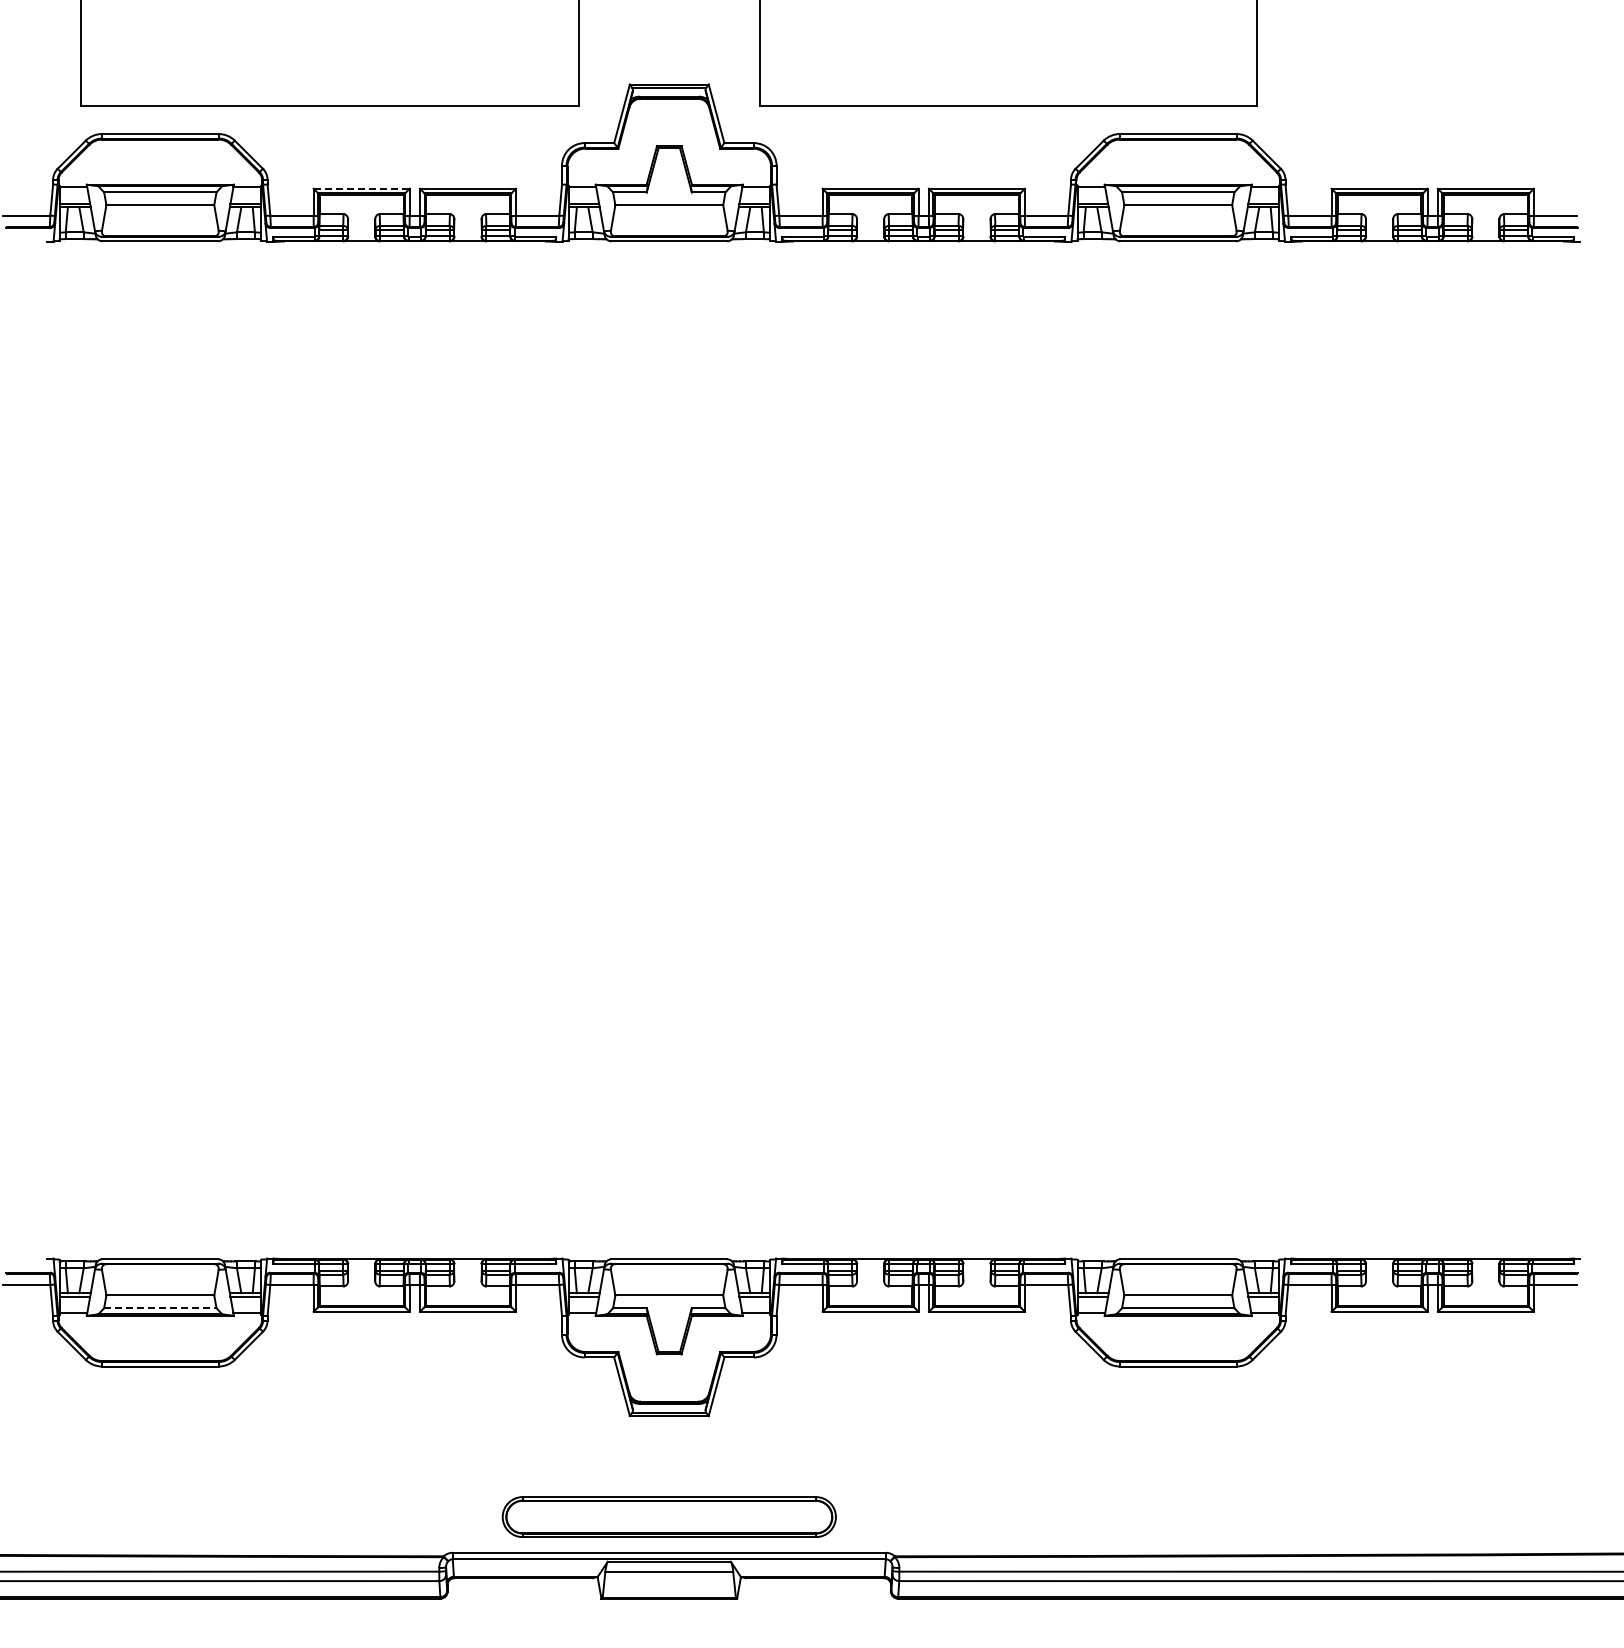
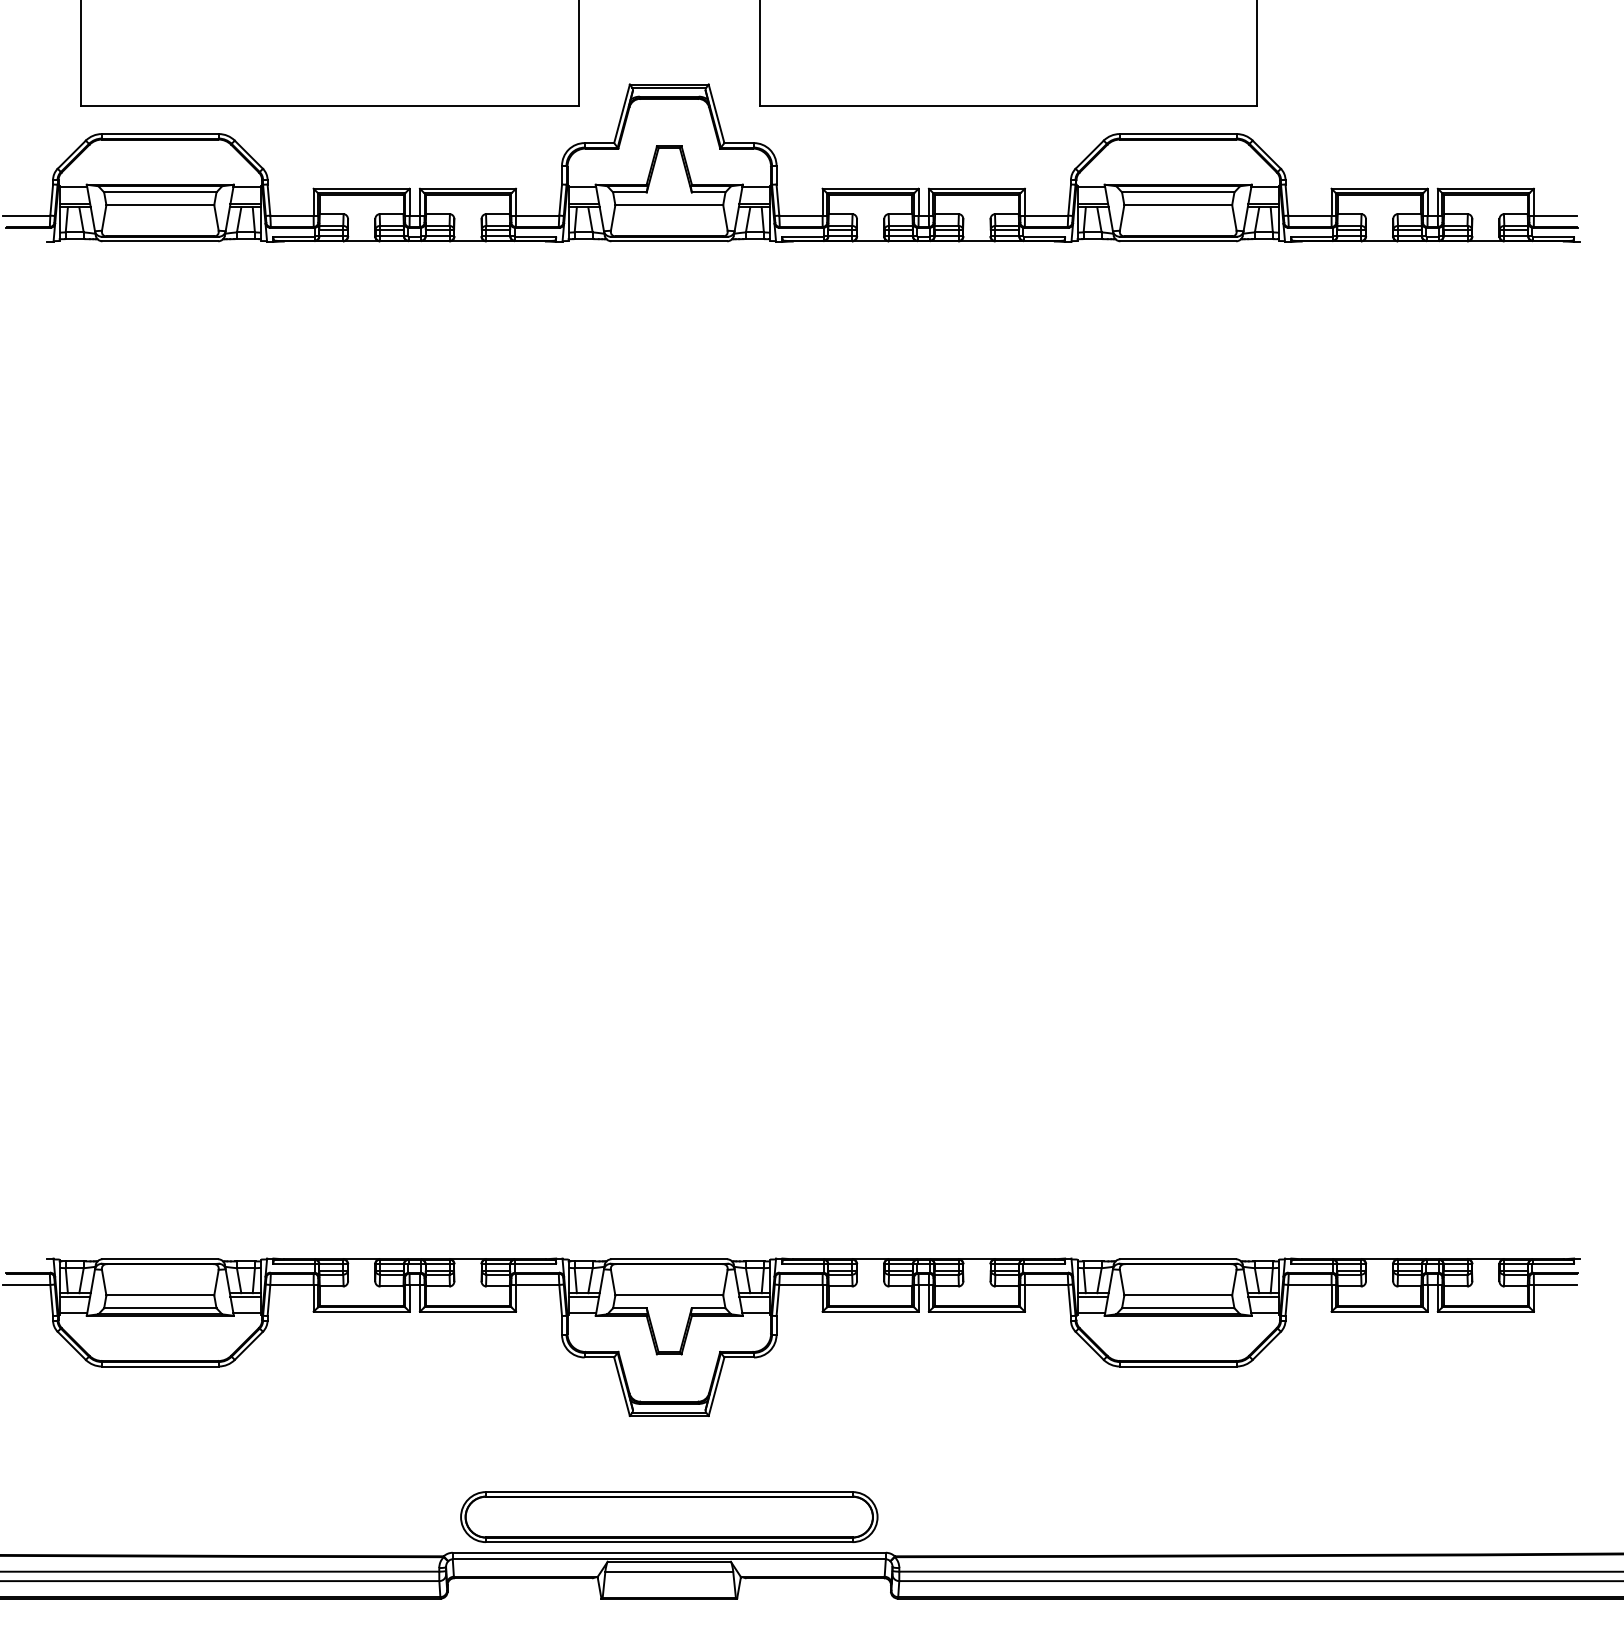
line at (362, 188): dashed -> solid
line at (160, 1308): dashed -> solid
part at (668, 1516) size: 336x42 px -> 419x52 px
